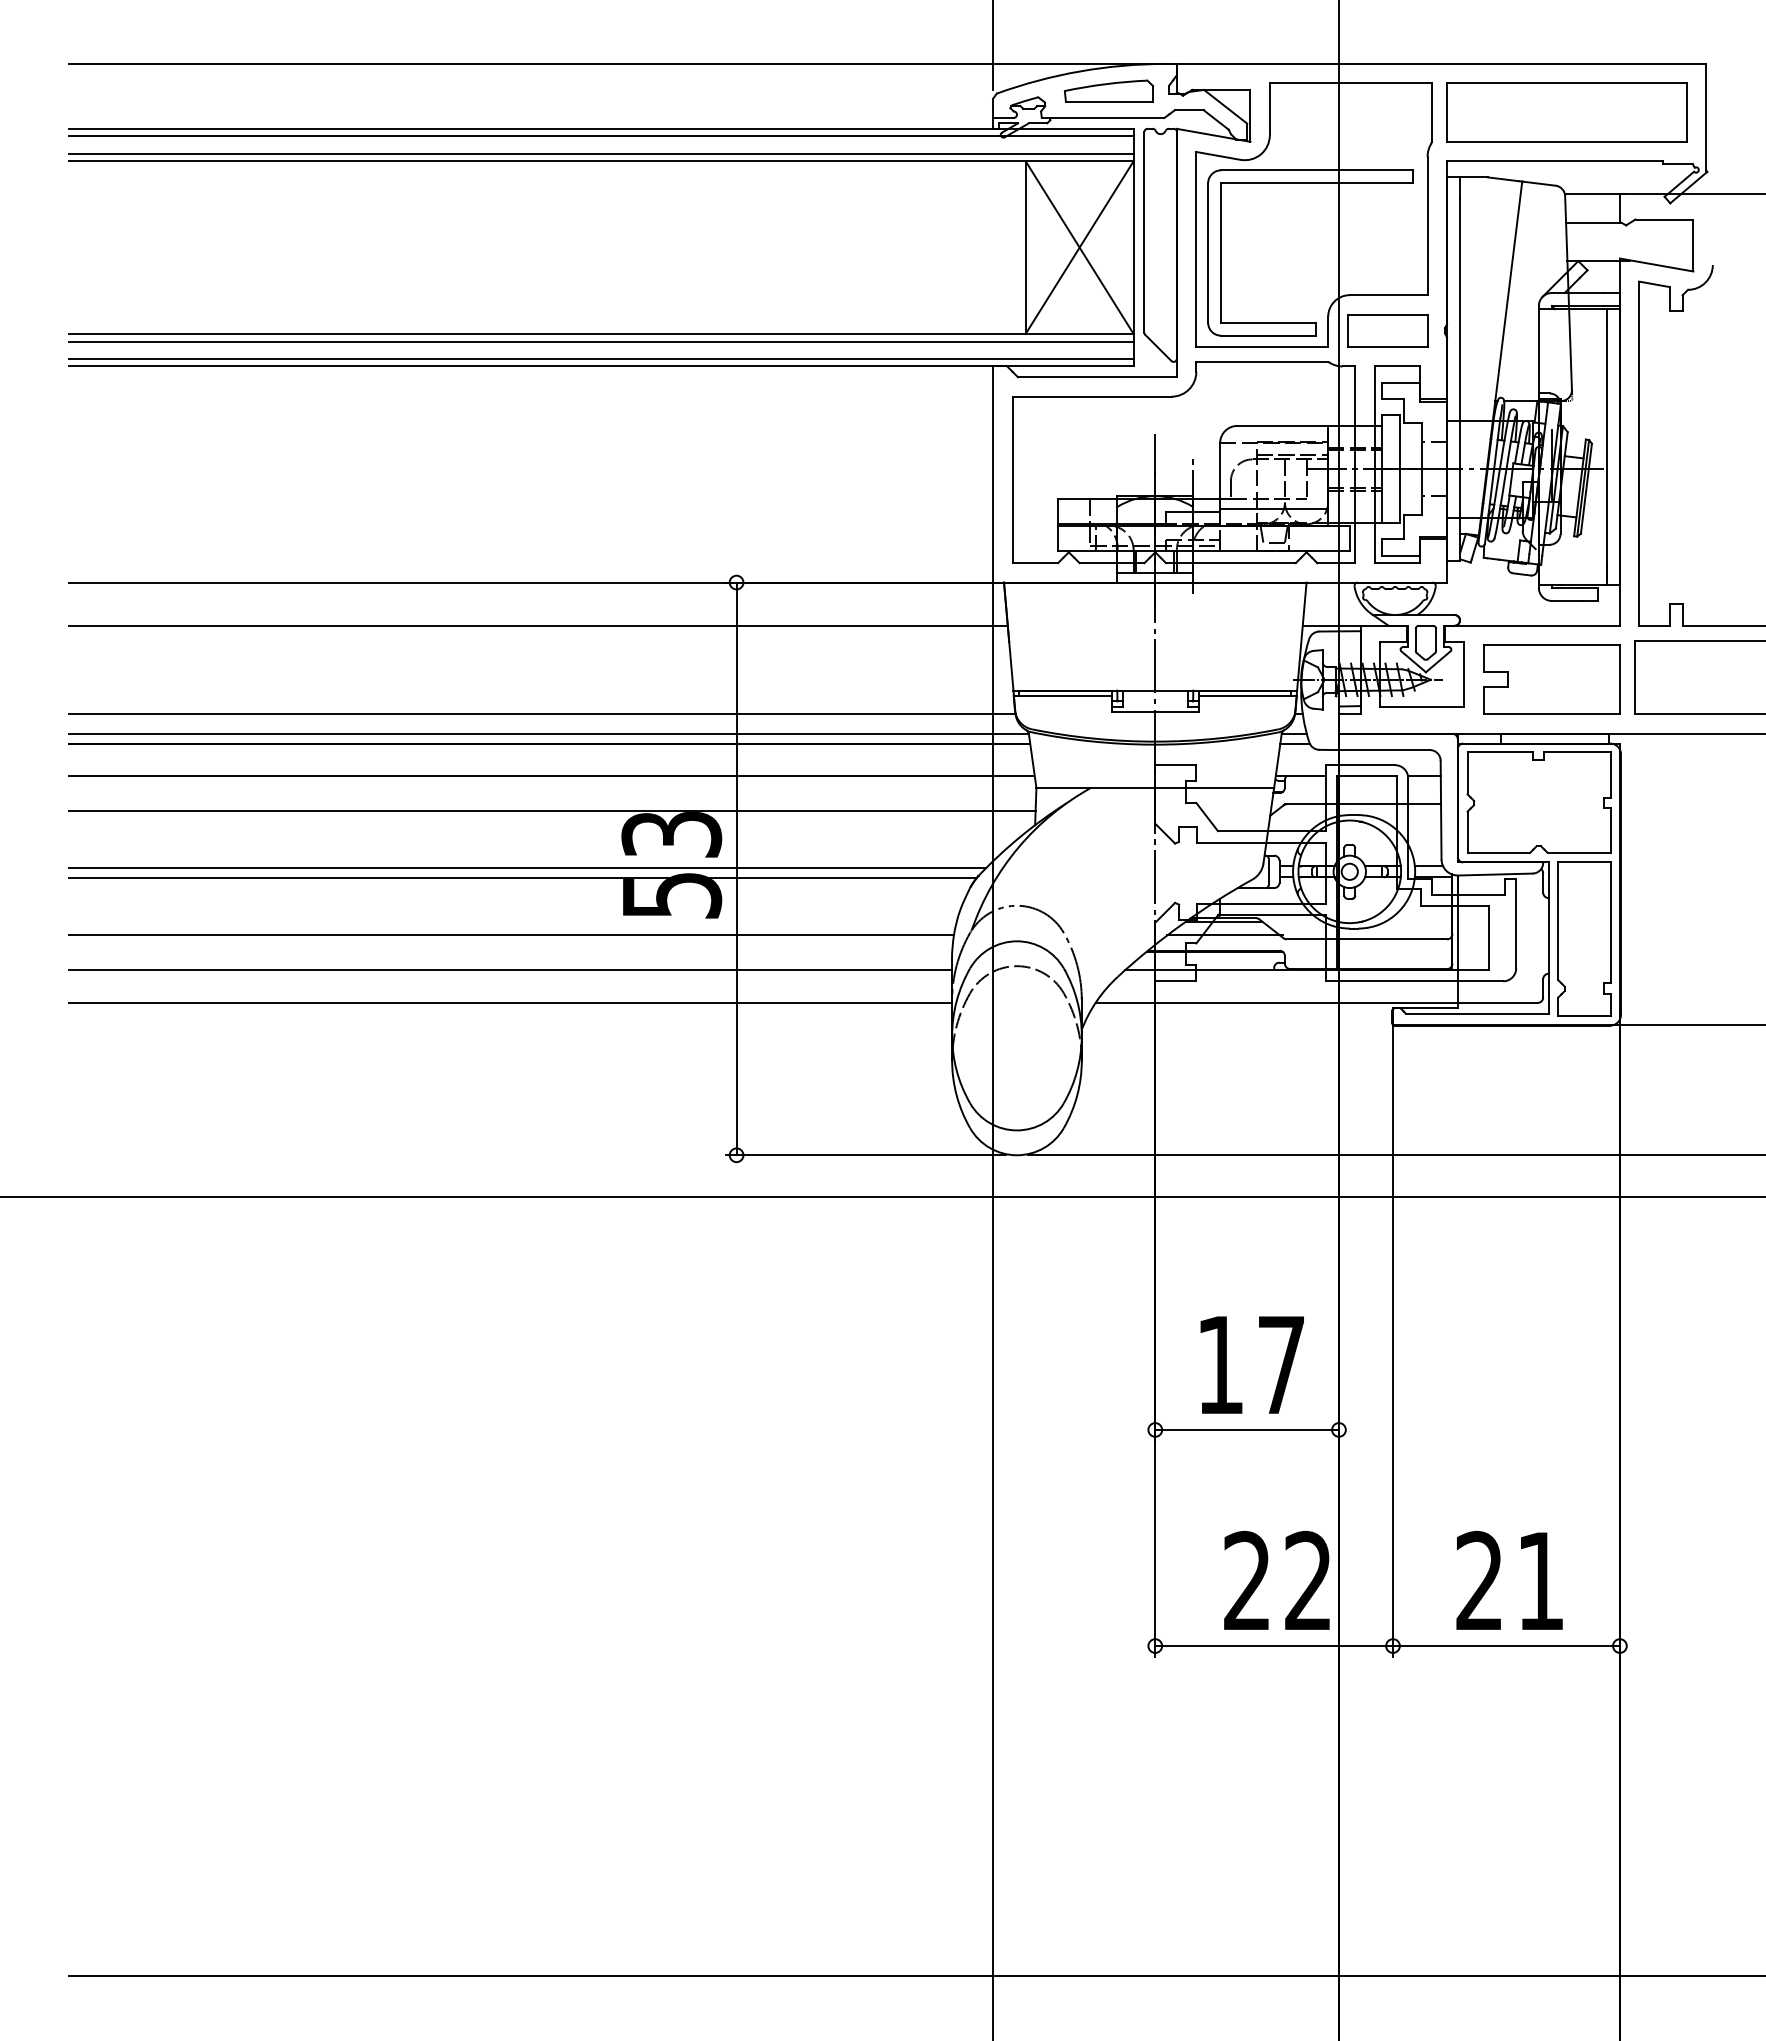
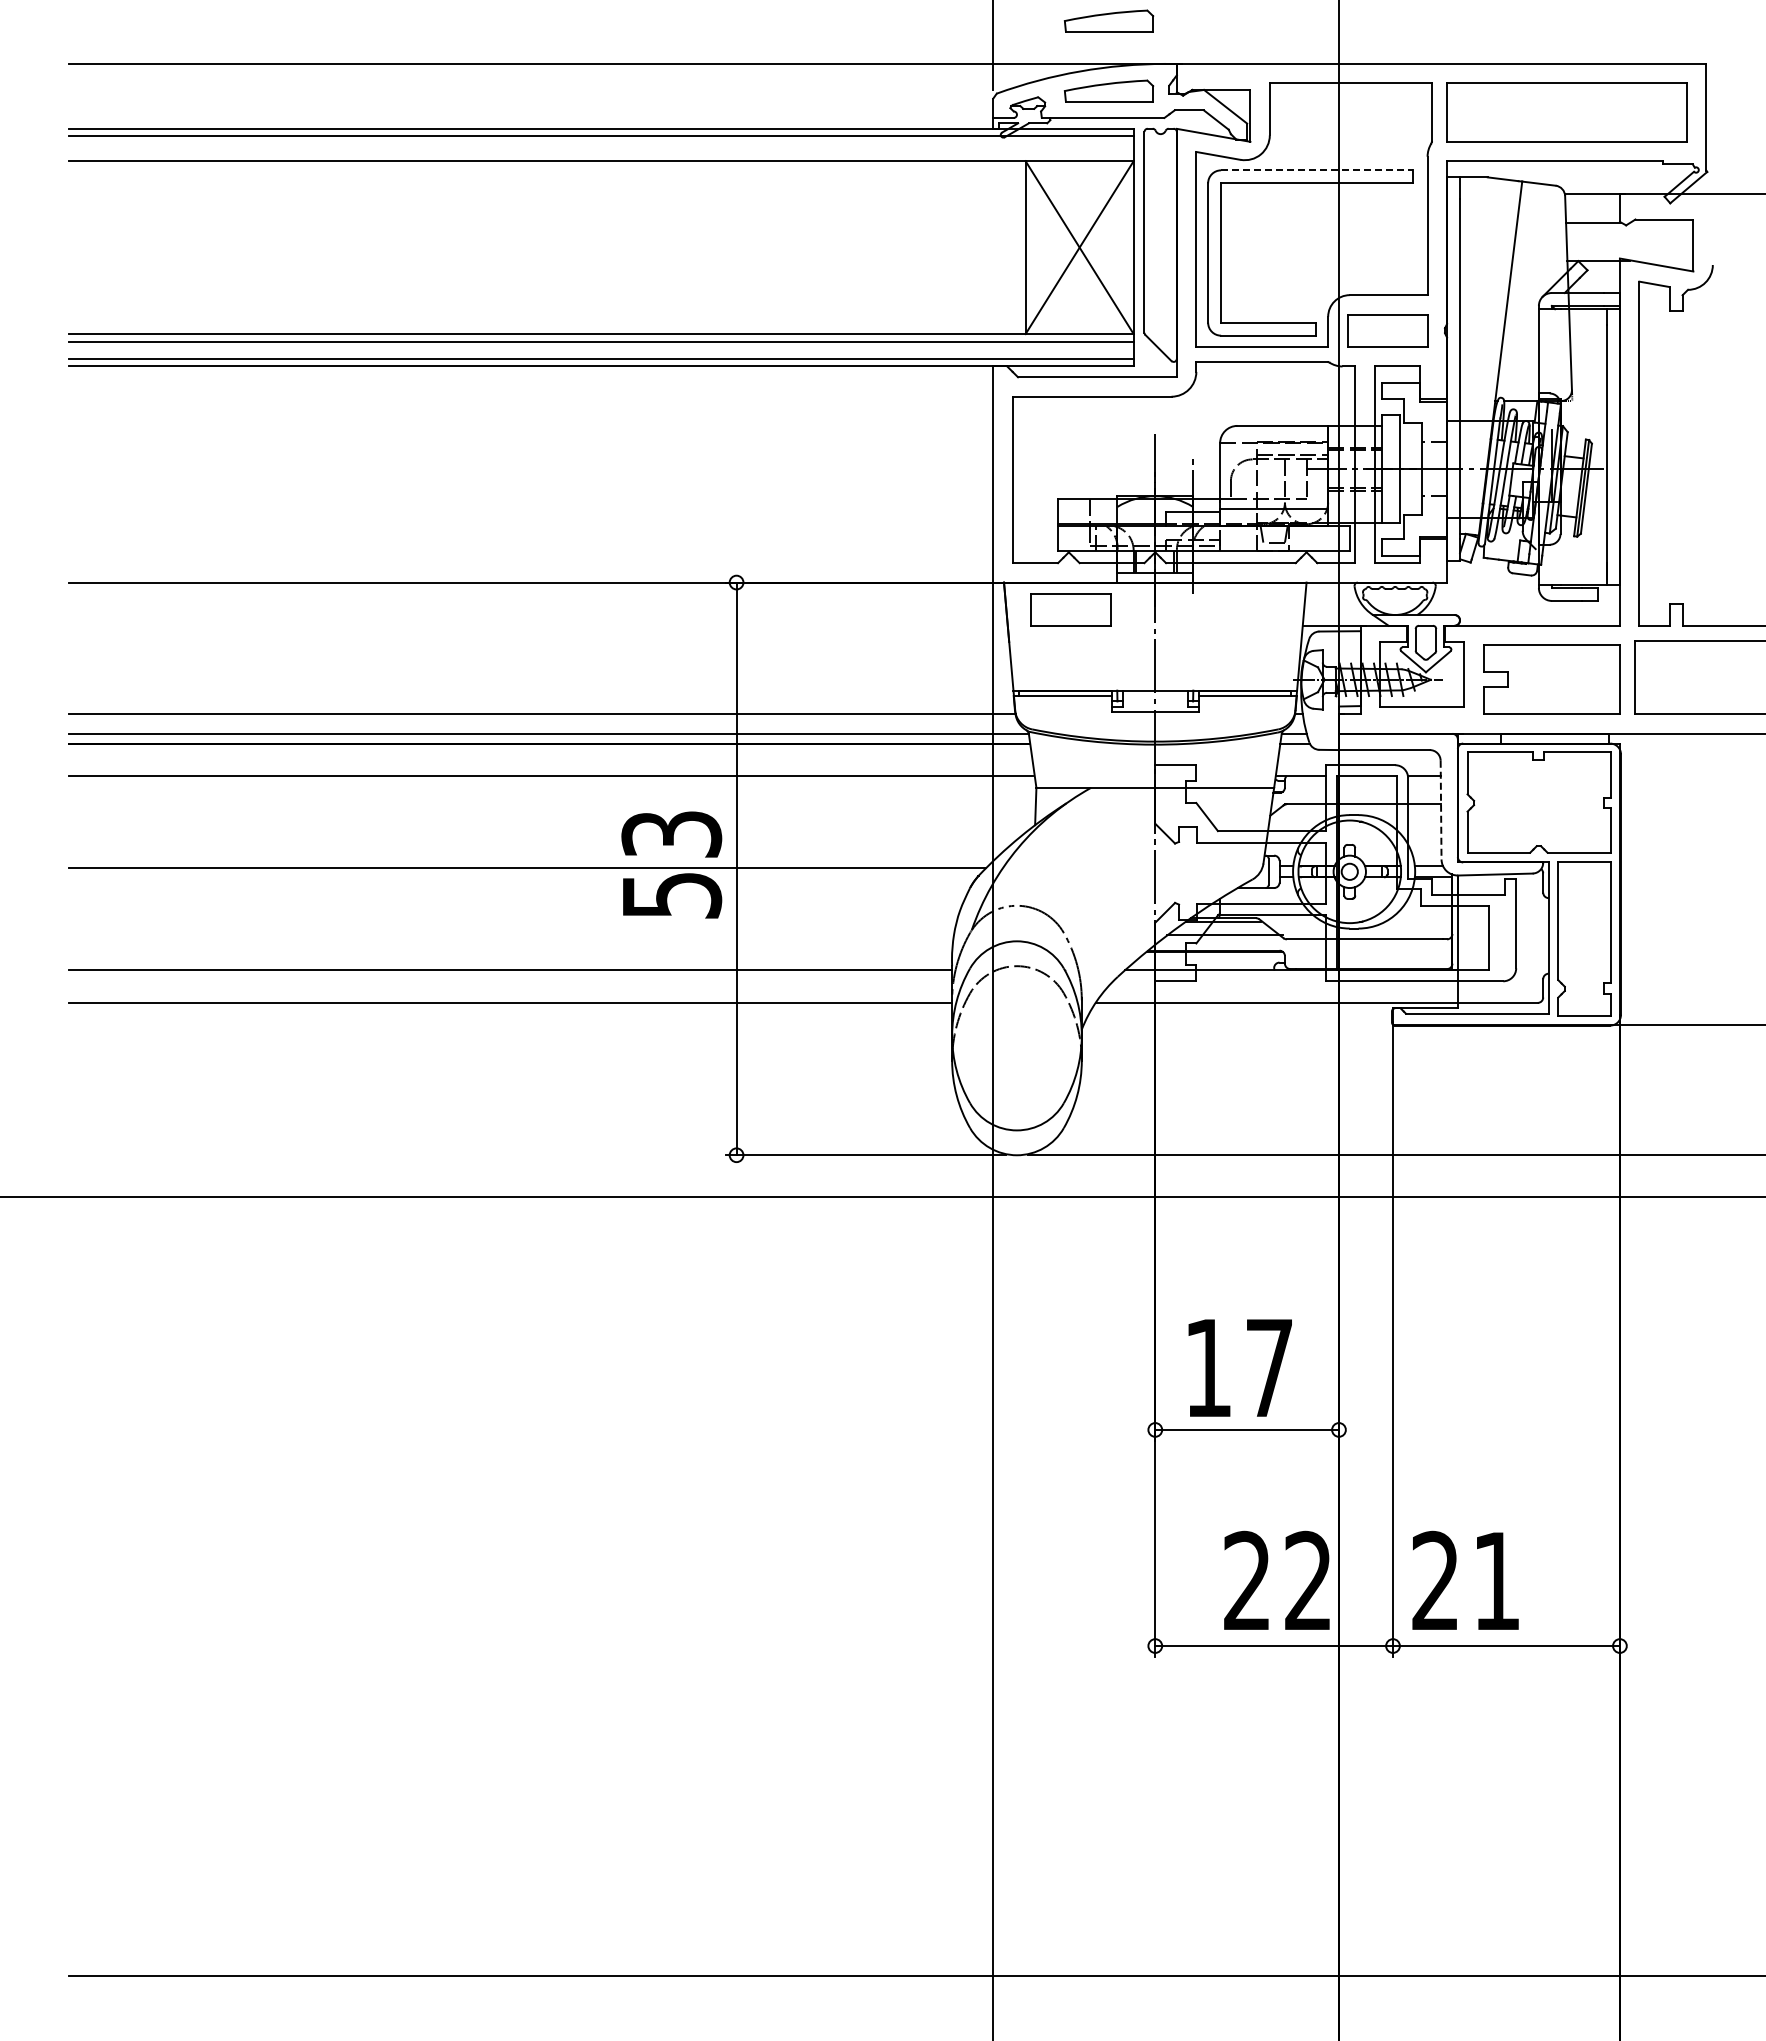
part at (1108, 20): none -> present
line at (601, 153): present -> none
line at (1317, 170): solid -> dashed
part at (1070, 609): none -> present
line at (538, 625): present -> none
line at (1441, 810): solid -> dashed
line at (552, 811): present -> none
line at (522, 878): present -> none
line at (511, 935): present -> none
text at (1251, 1364) position: (1251, 1364) -> (1239, 1367)
text at (1509, 1579) position: (1509, 1579) -> (1465, 1579)
